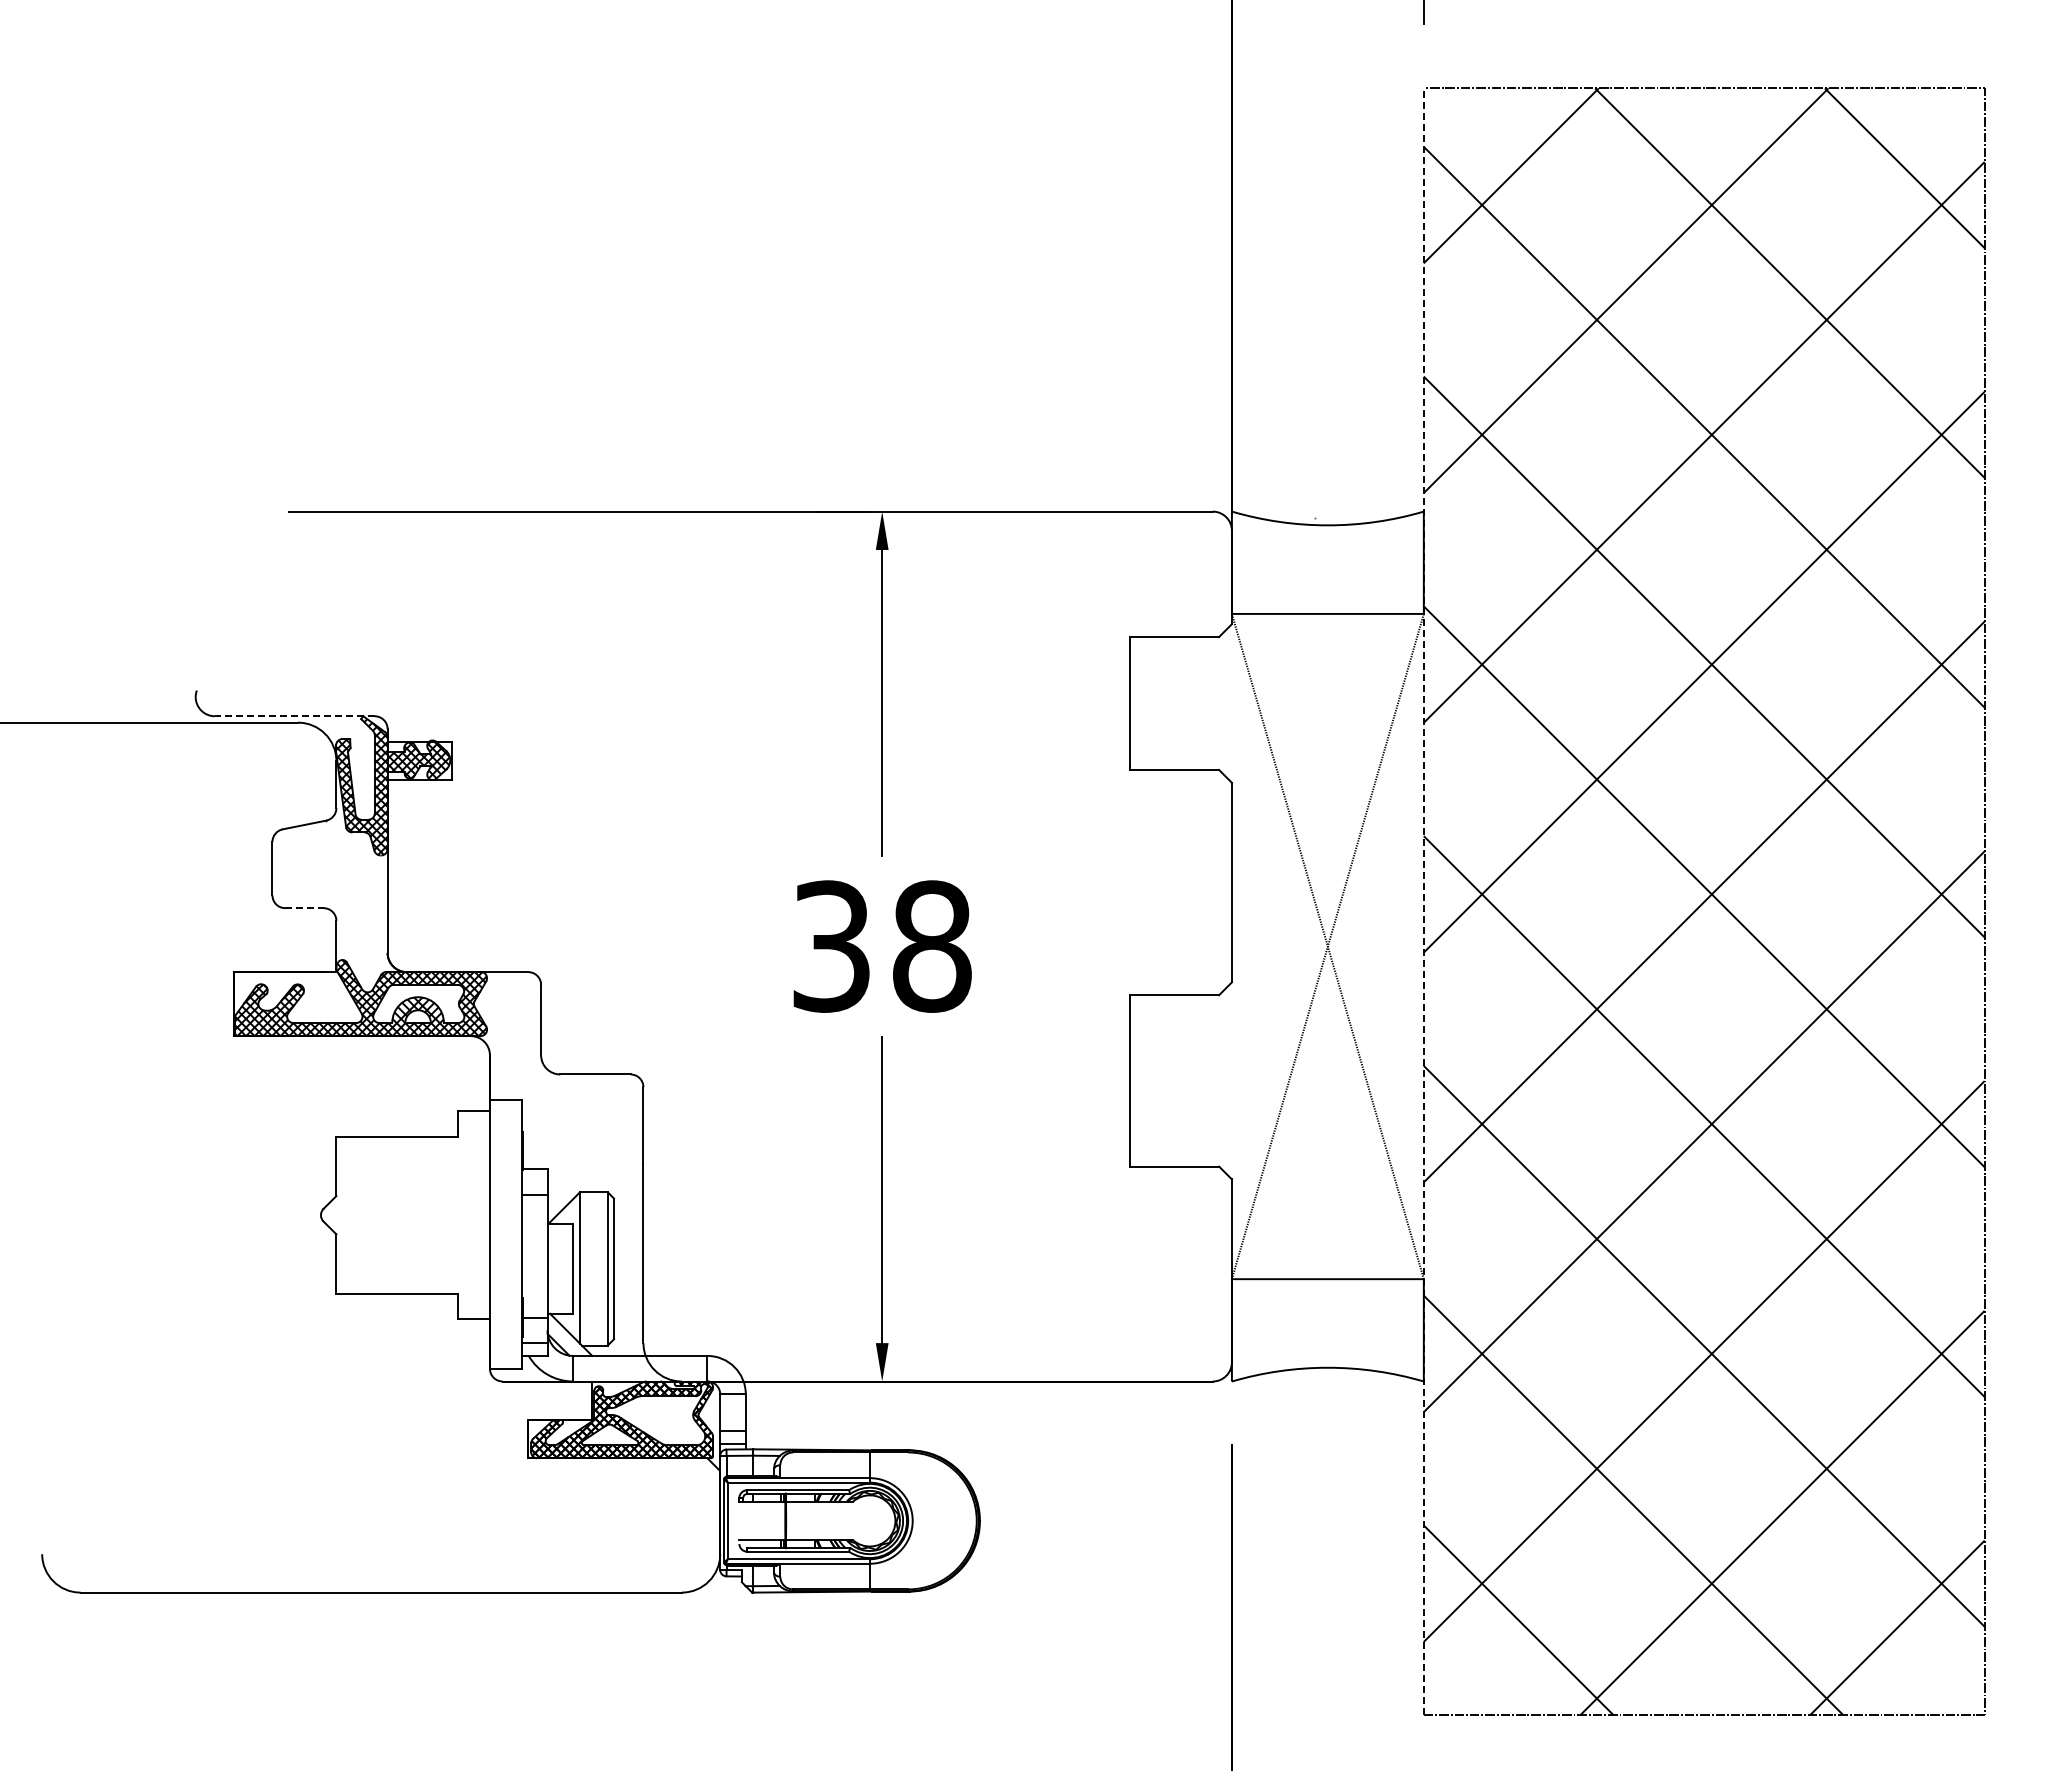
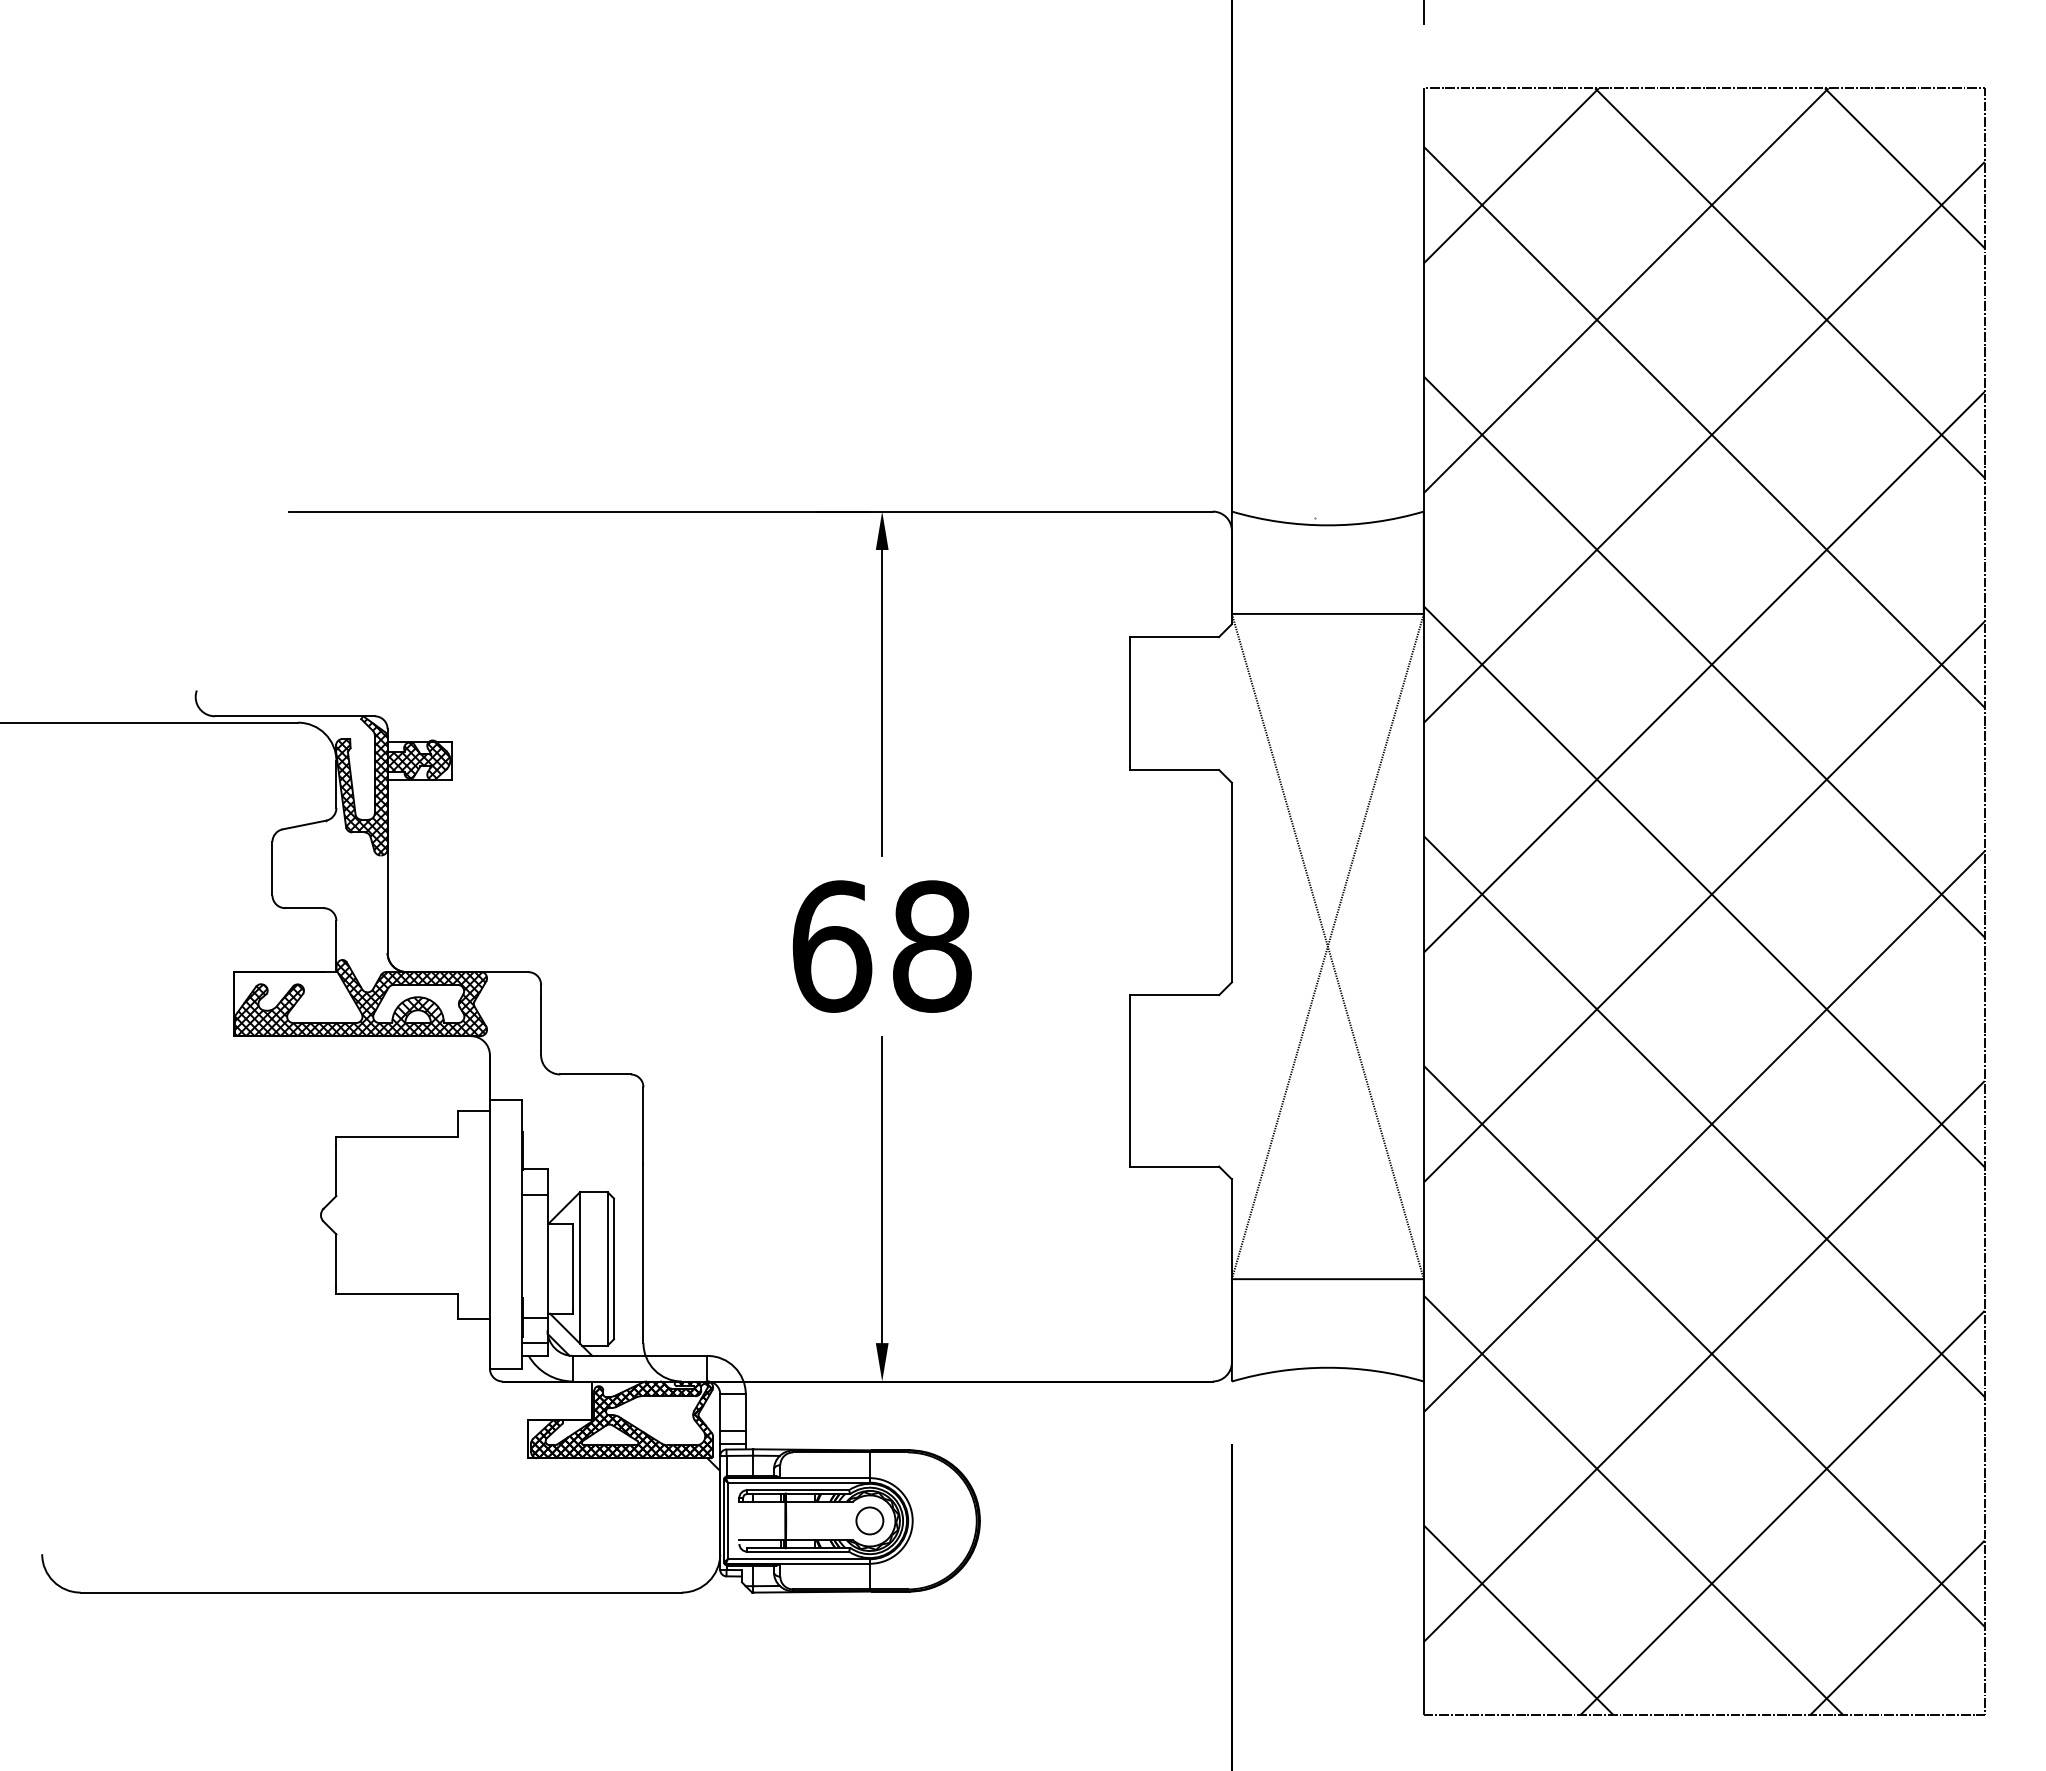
line at (294, 716): dashed -> solid
line at (1423, 901): dashed -> solid
line at (304, 908): dashed -> solid
text at (832, 946): 38 -> 68
circle at (869, 1520): none -> present
